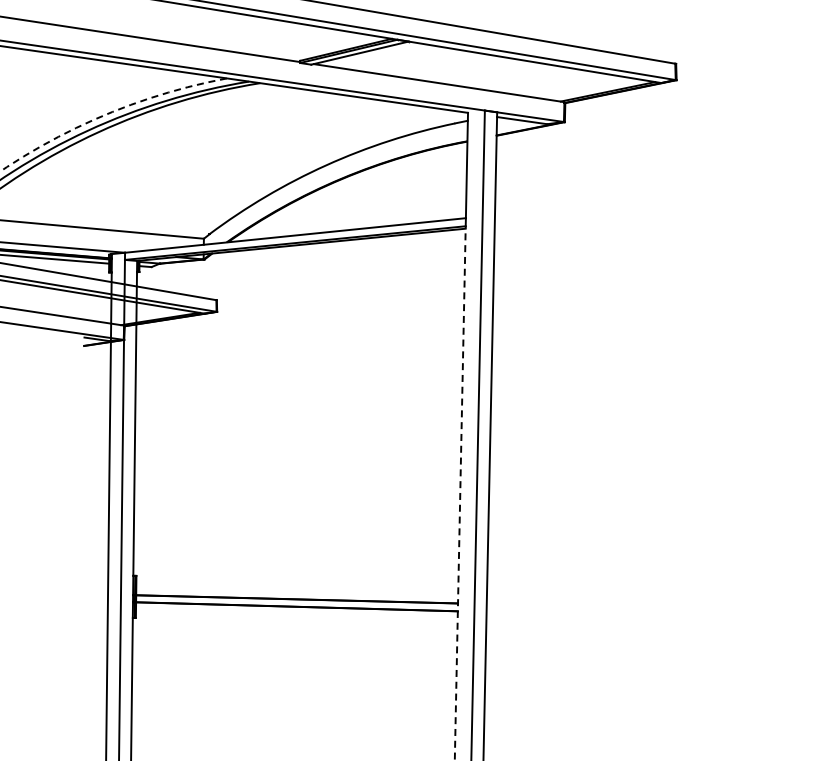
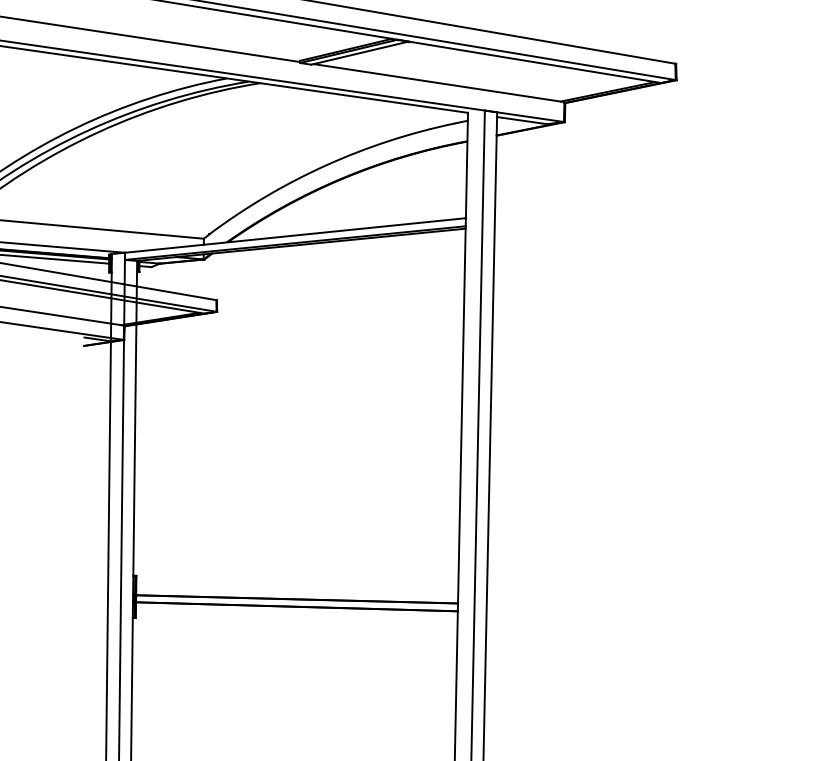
arc at (108, 113): dashed -> solid
line at (460, 493): dashed -> solid
